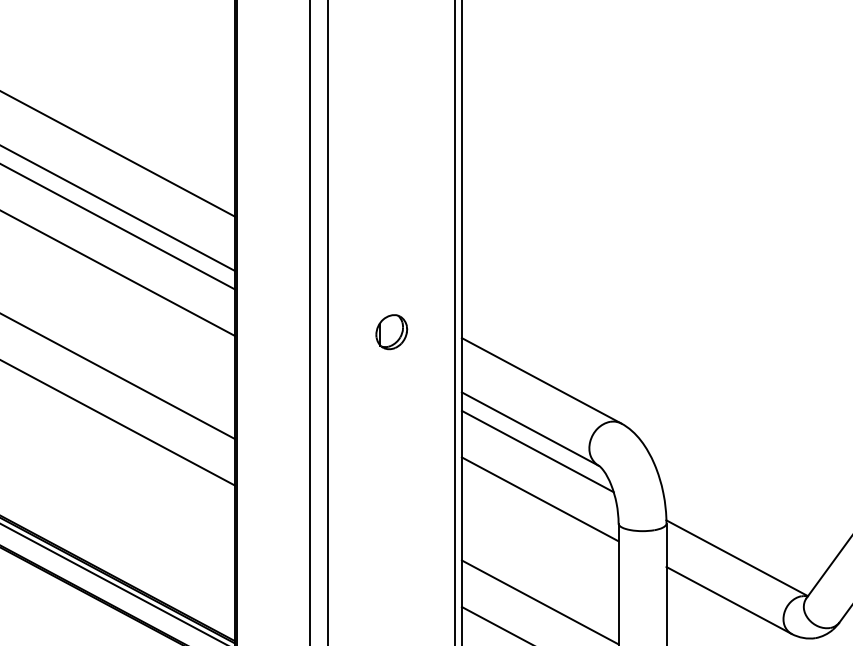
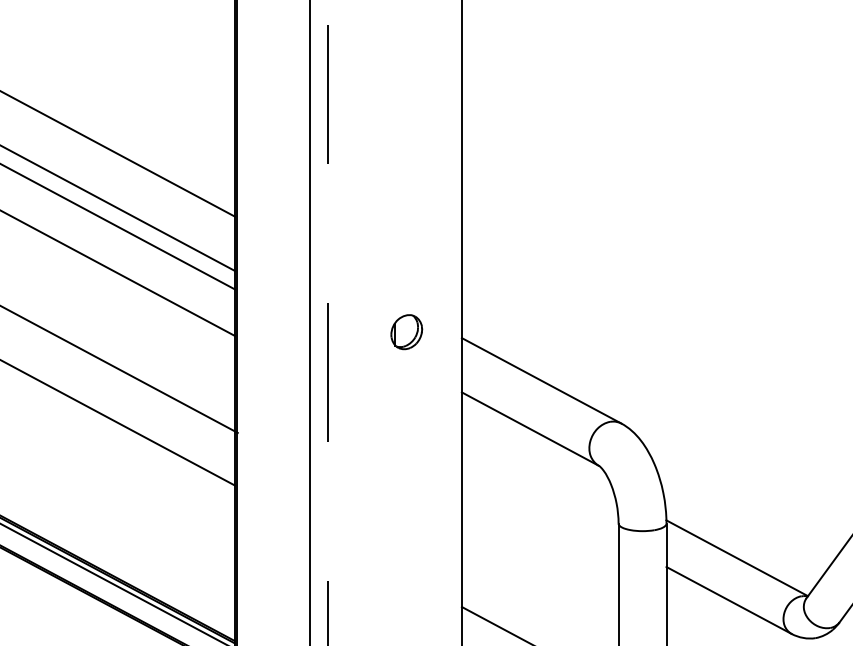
line at (455, 322): present -> none
line at (328, 323): solid -> dashed
part at (391, 332) position: (391, 332) -> (406, 332)
line at (118, 376) position: (118, 376) -> (119, 369)
line at (537, 451): present -> none
line at (539, 499): present -> none
line at (538, 601): present -> none
